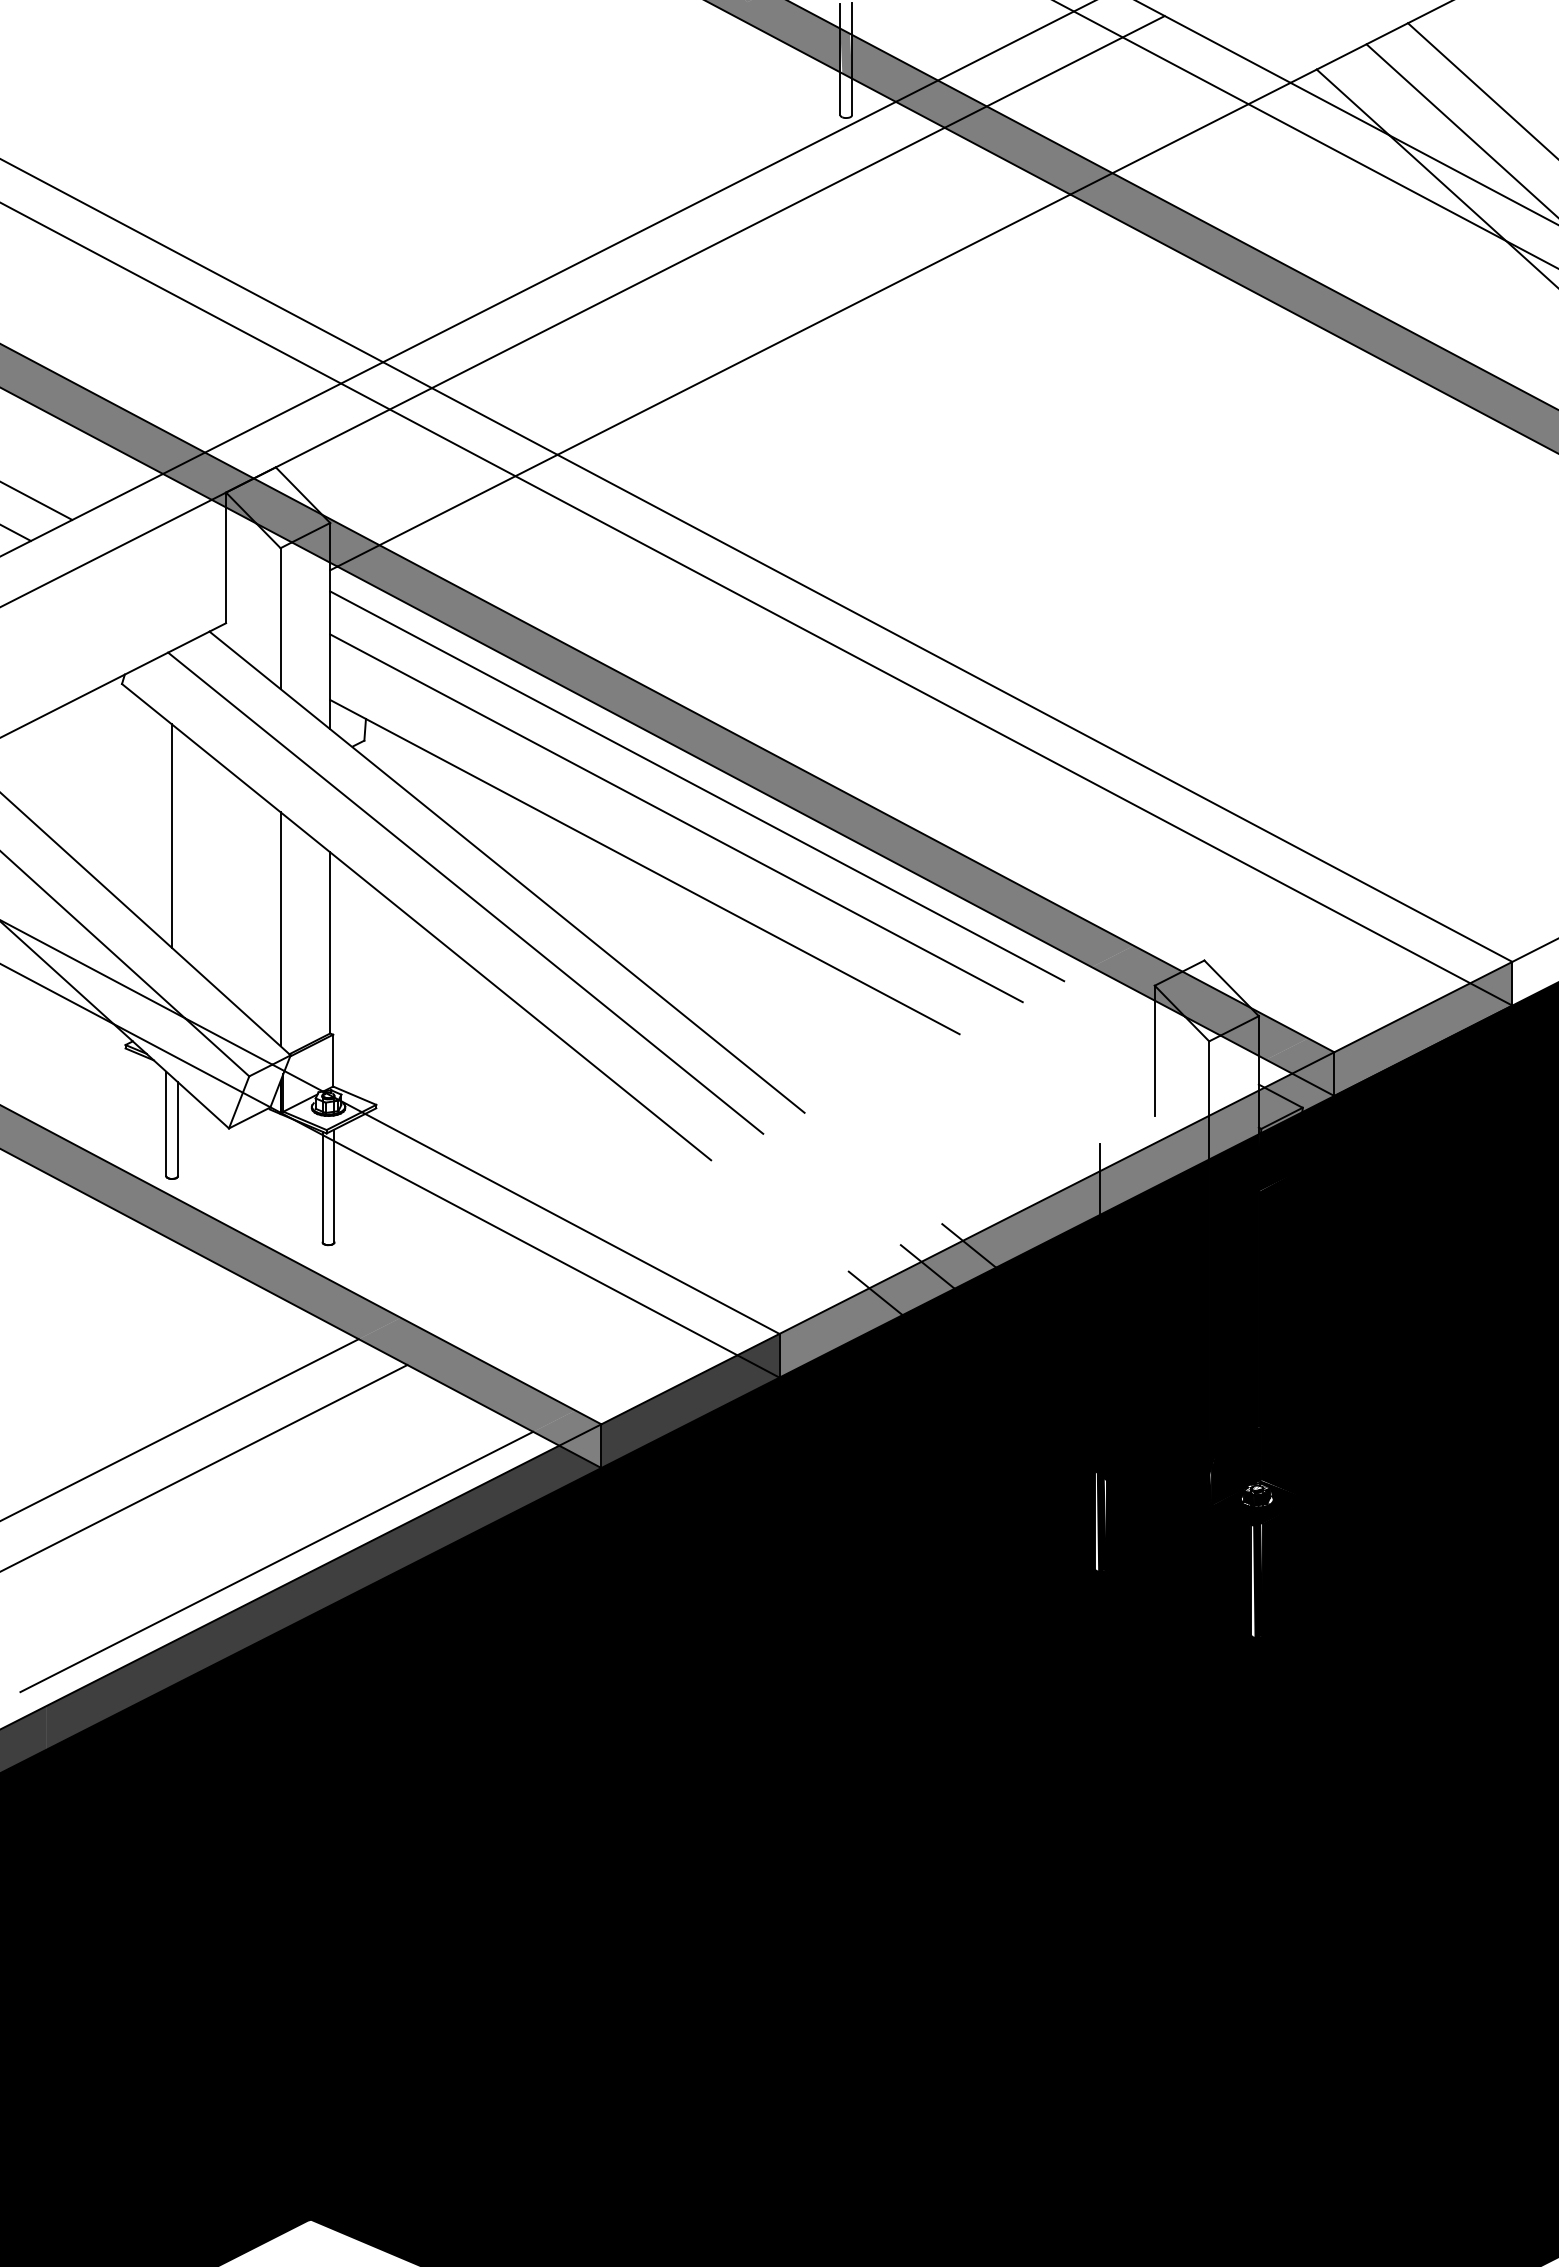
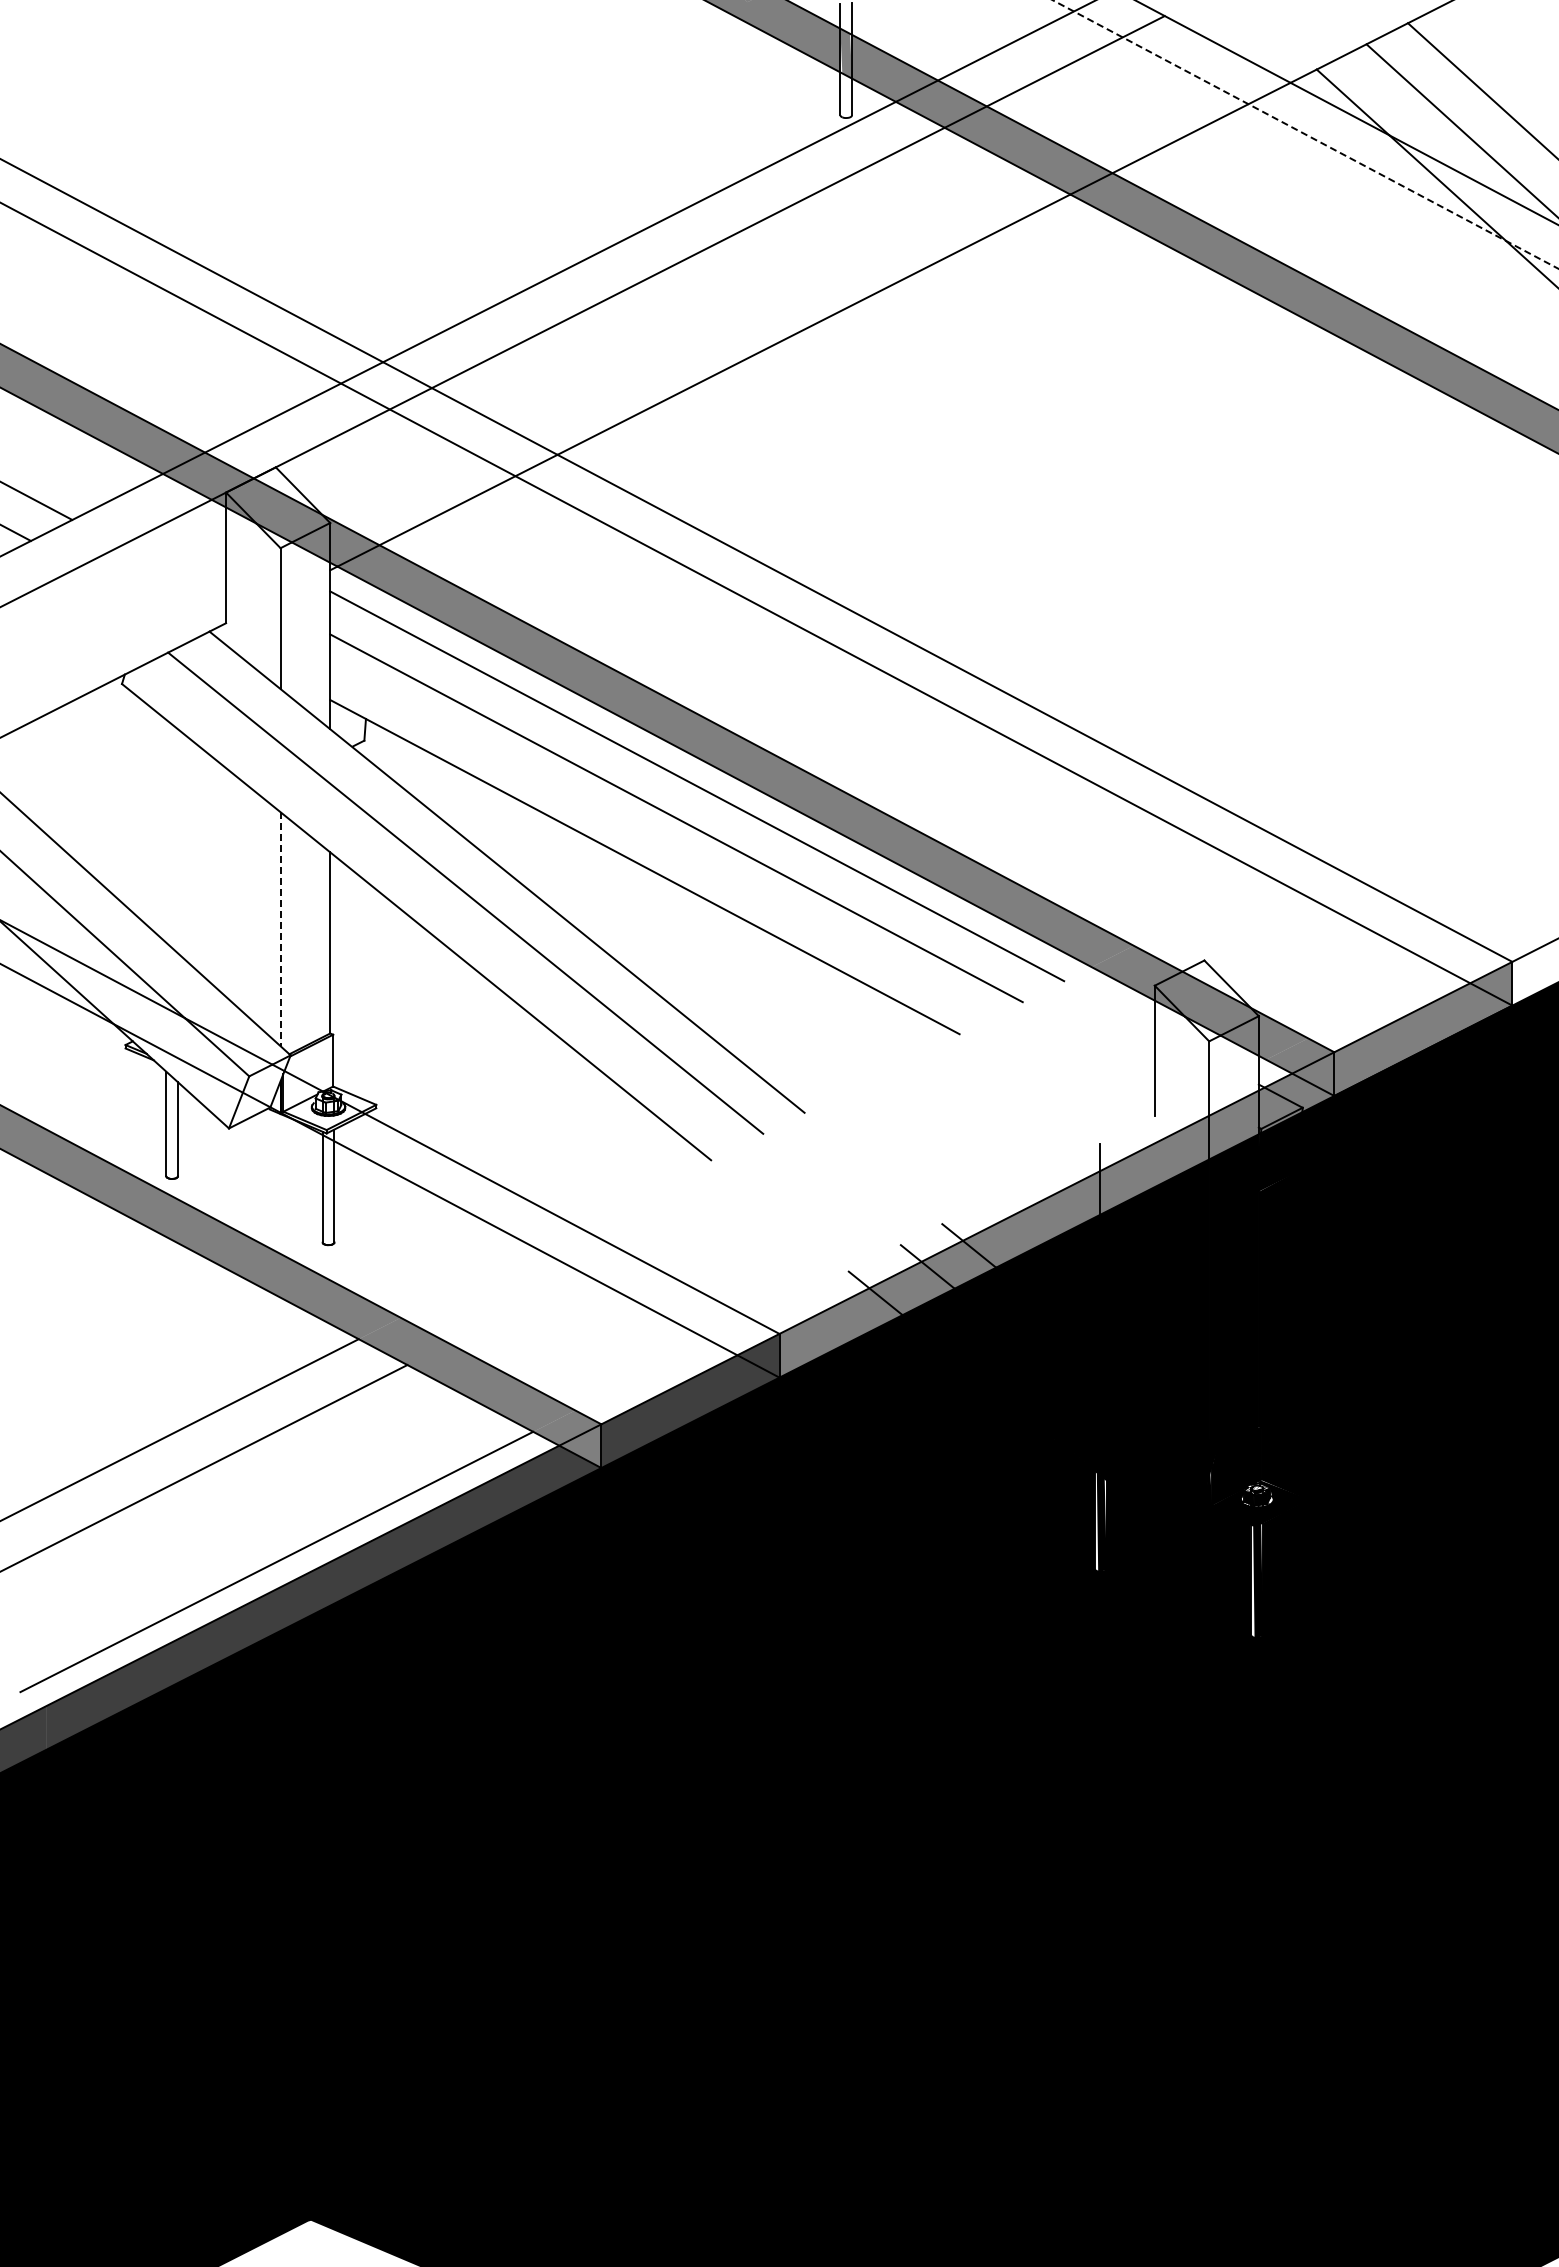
line at (1305, 134): solid -> dashed
line at (171, 835): present -> none
line at (280, 929): solid -> dashed
